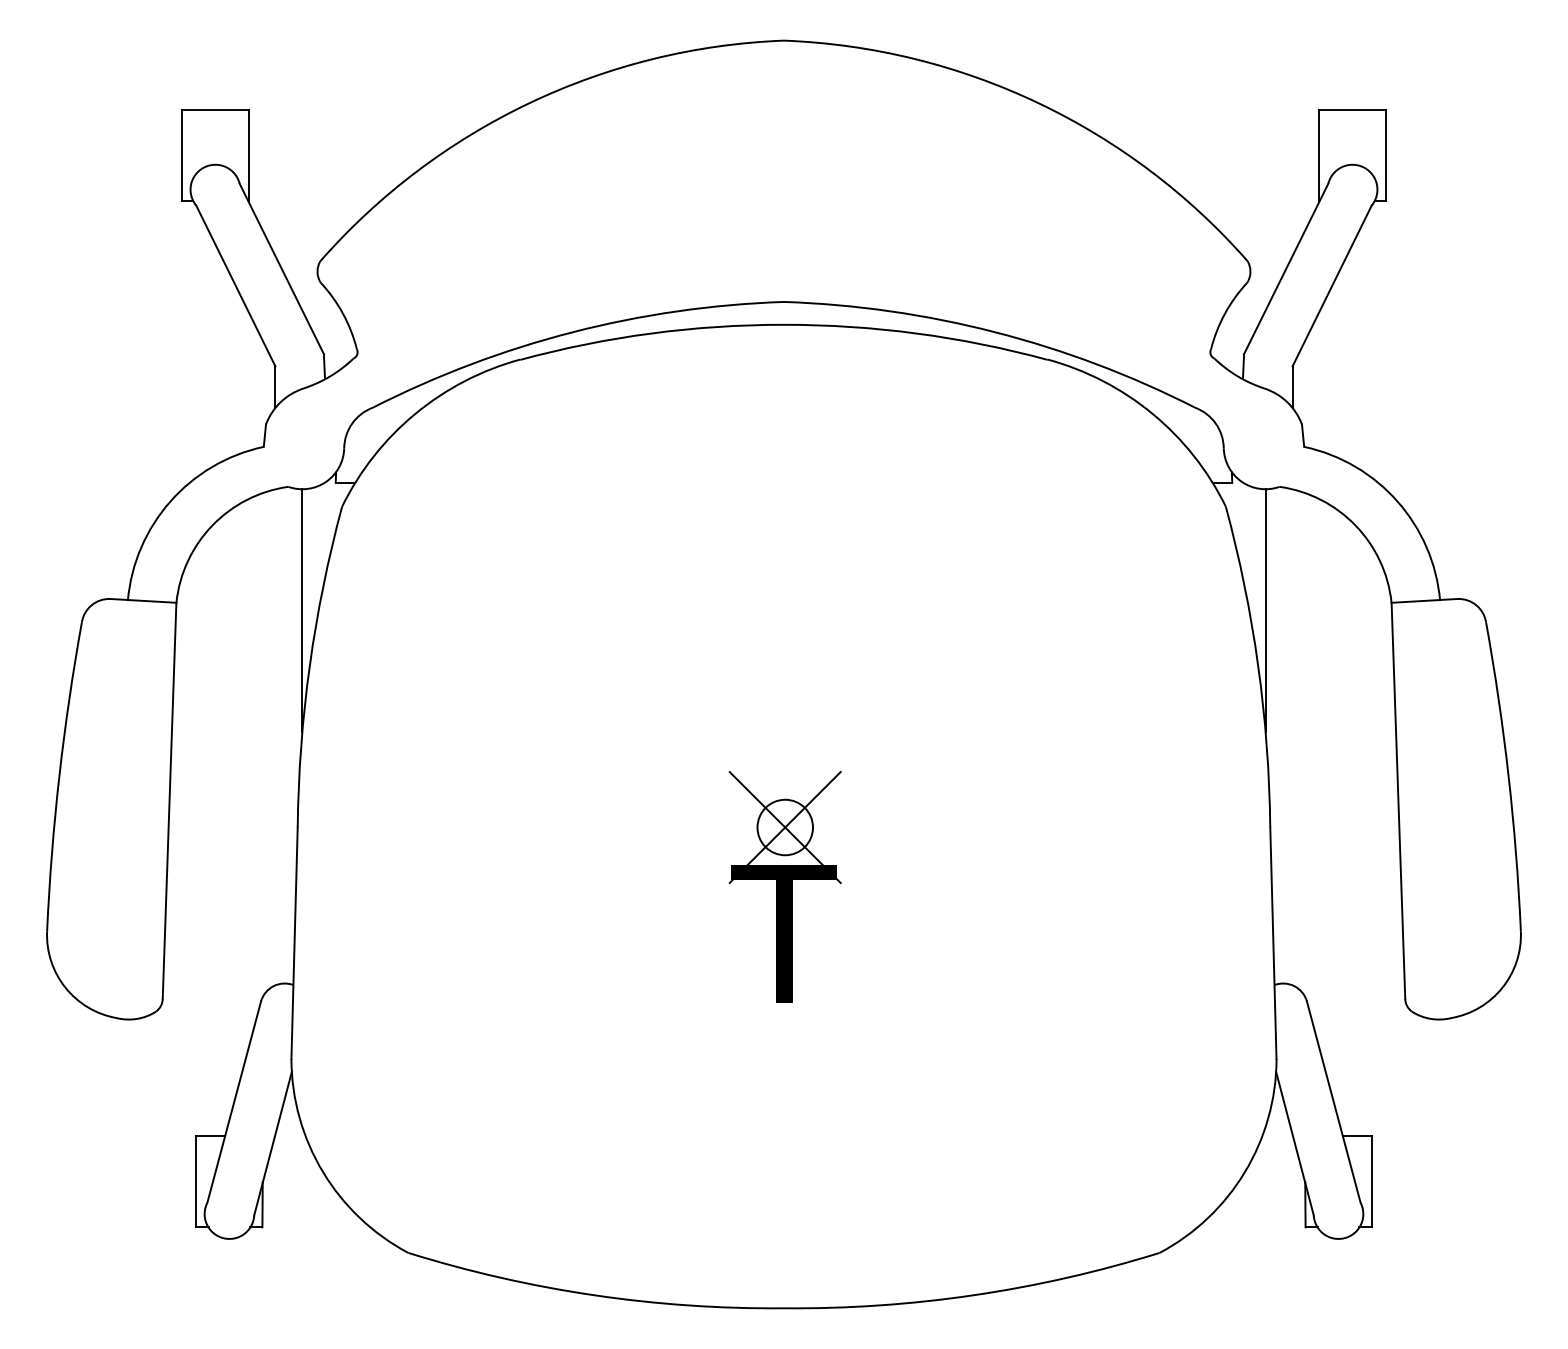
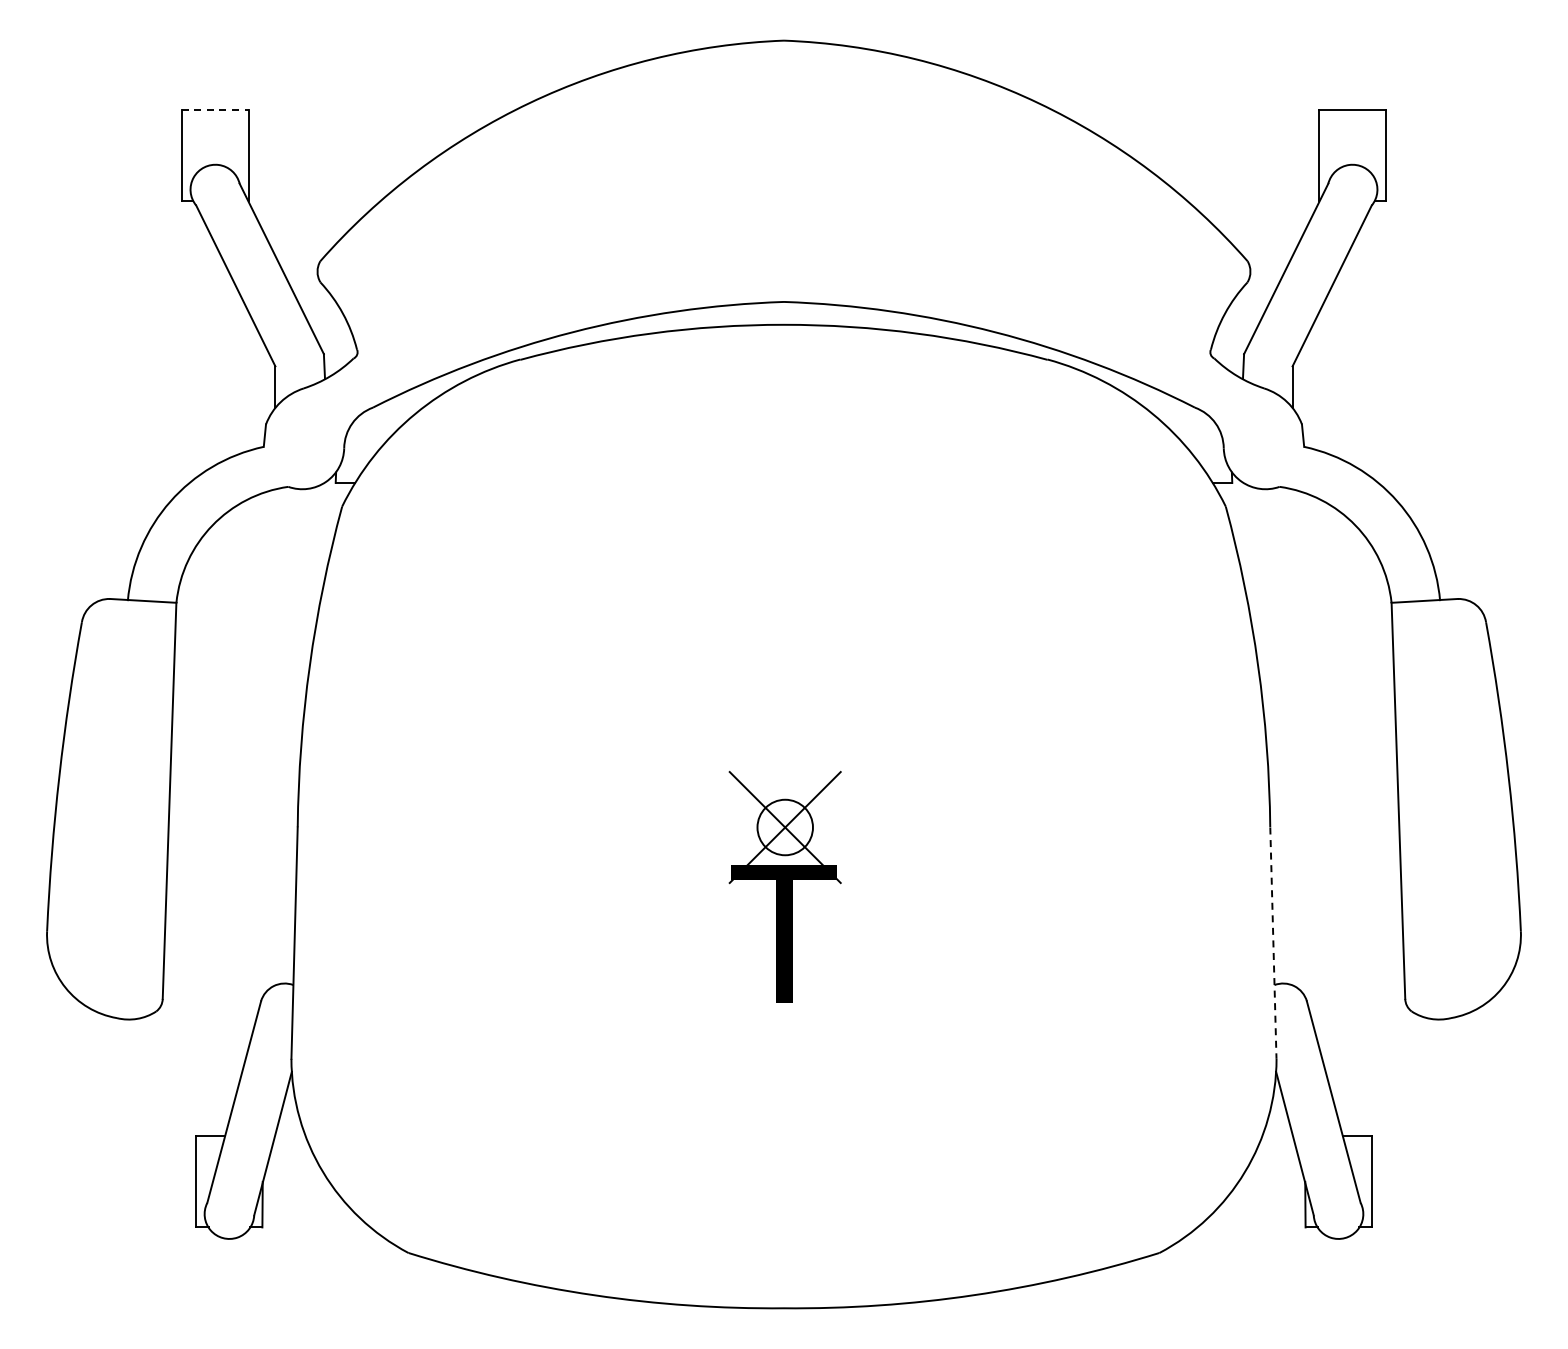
line at (215, 109): solid -> dashed
line at (302, 610): present -> none
line at (1265, 610): present -> none
line at (1273, 943): solid -> dashed
